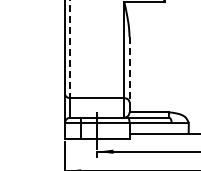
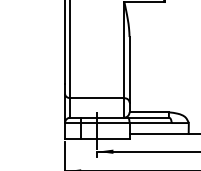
line at (70, 49): dashed -> solid
line at (129, 69): dashed -> solid
